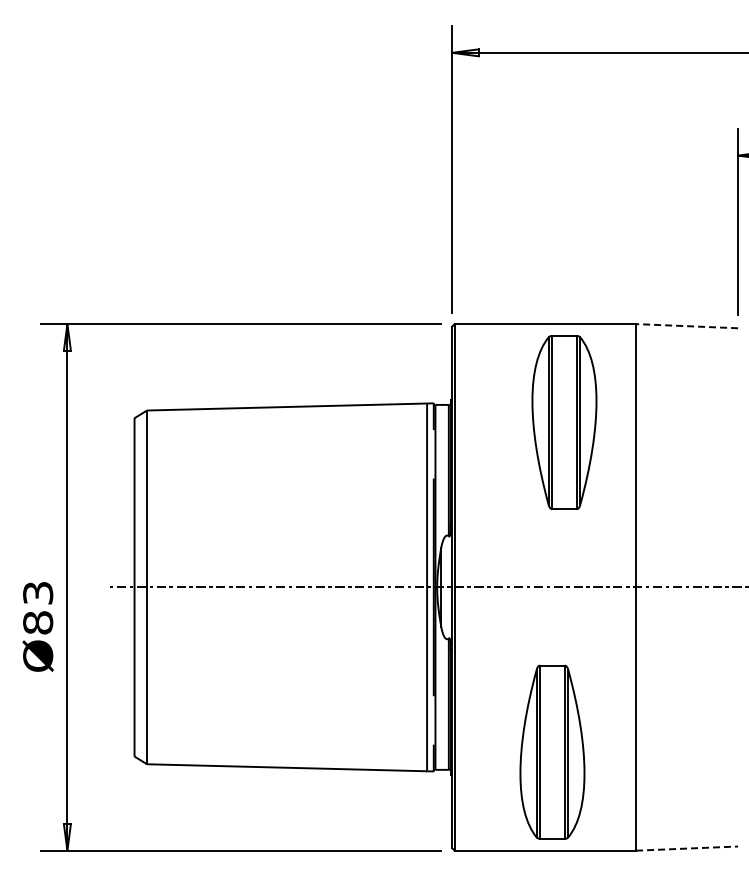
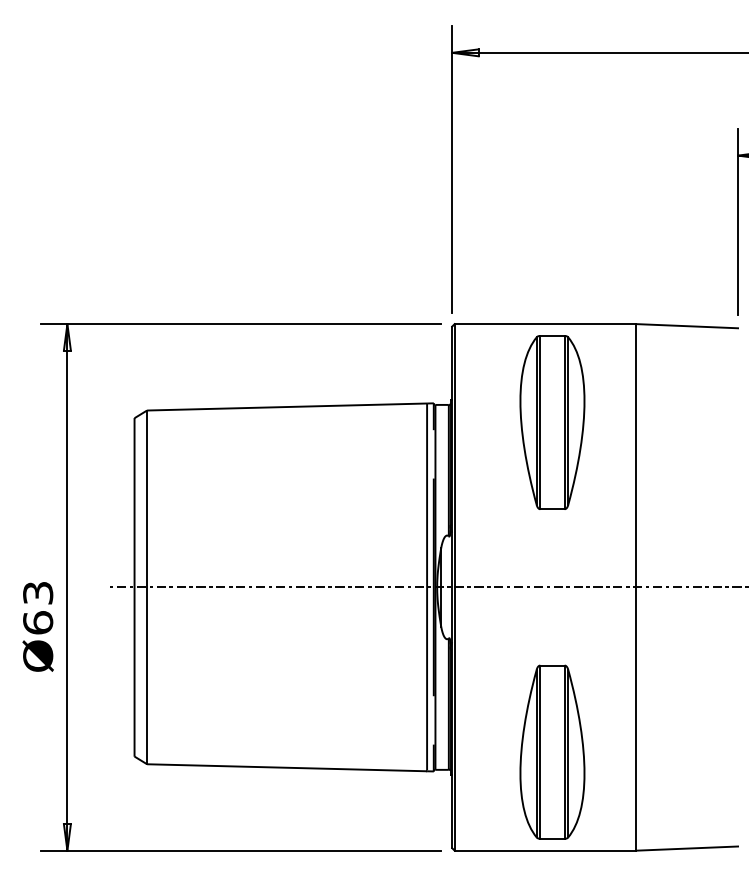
line at (686, 326): dashed -> solid
part at (564, 422) position: (564, 422) -> (552, 422)
text at (38, 622): Ø83 -> Ø63
line at (687, 848): dashed -> solid
